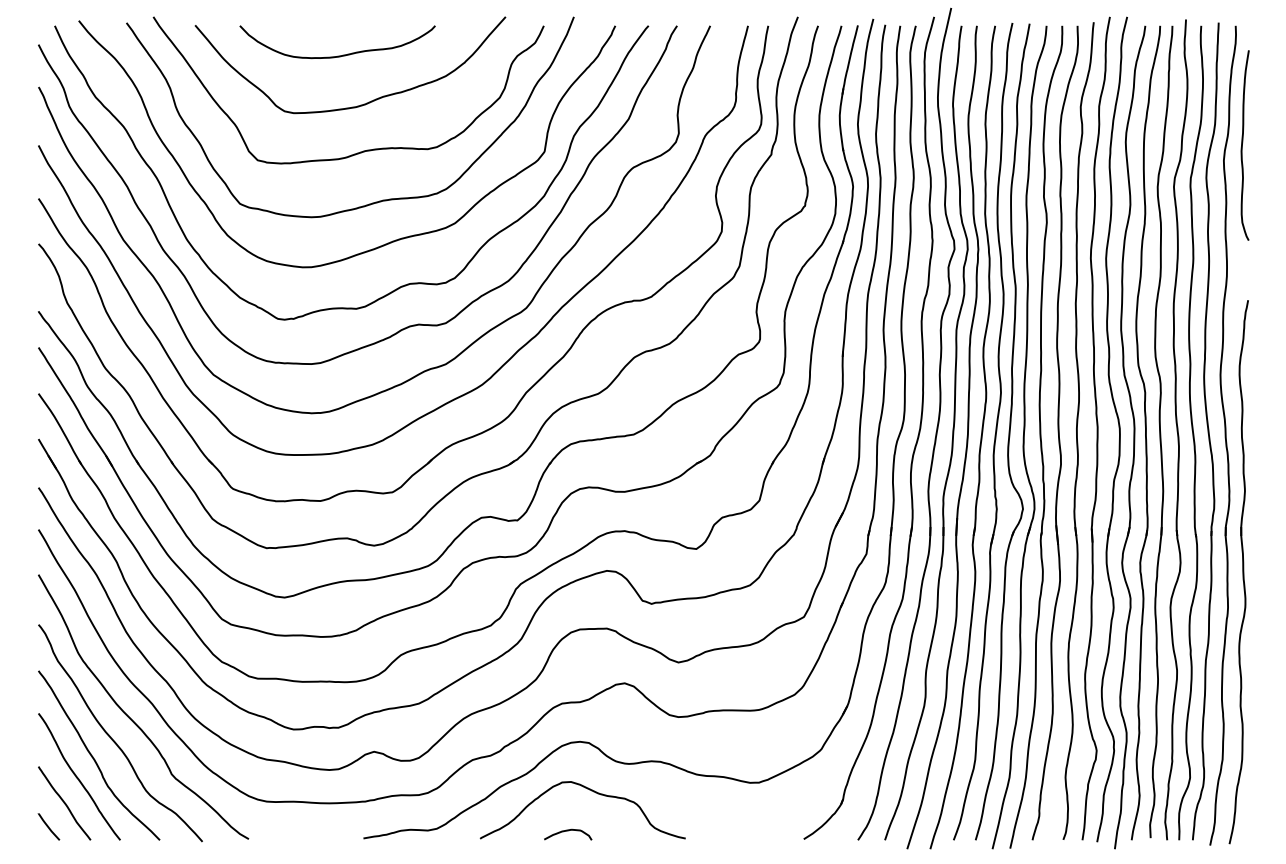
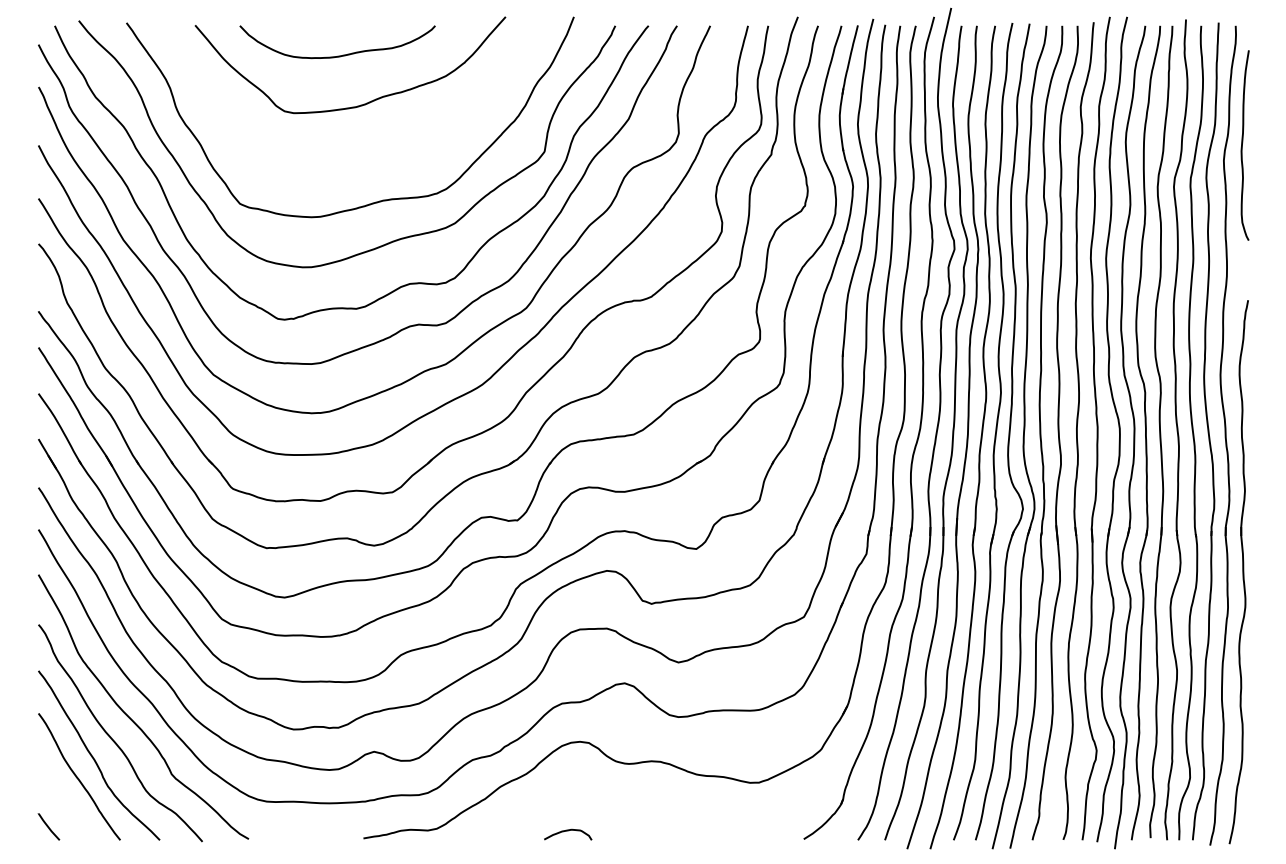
curve at (363, 150): present -> none
curve at (591, 791): present -> none
curve at (64, 803): present -> none
